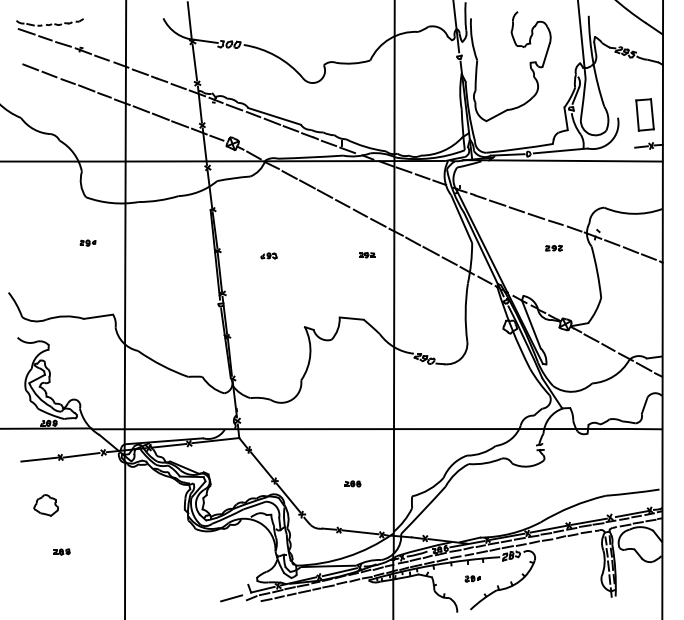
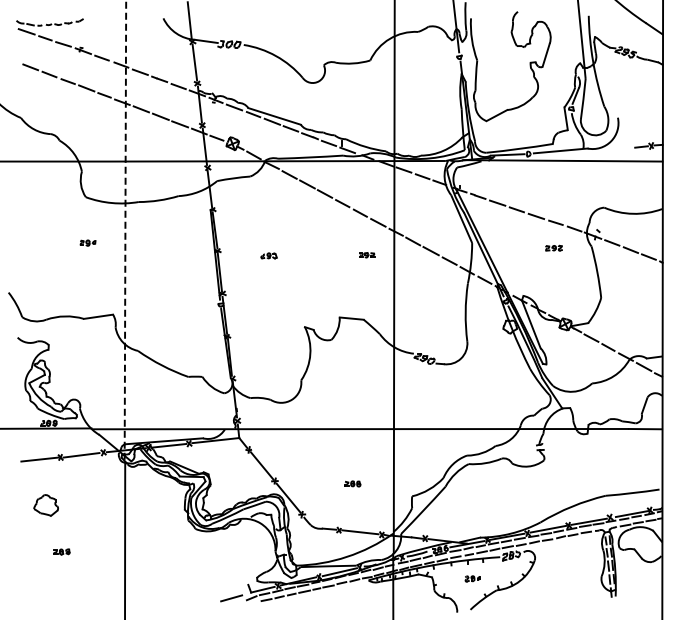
part at (644, 114): present -> none
line at (125, 230): solid -> dashed
